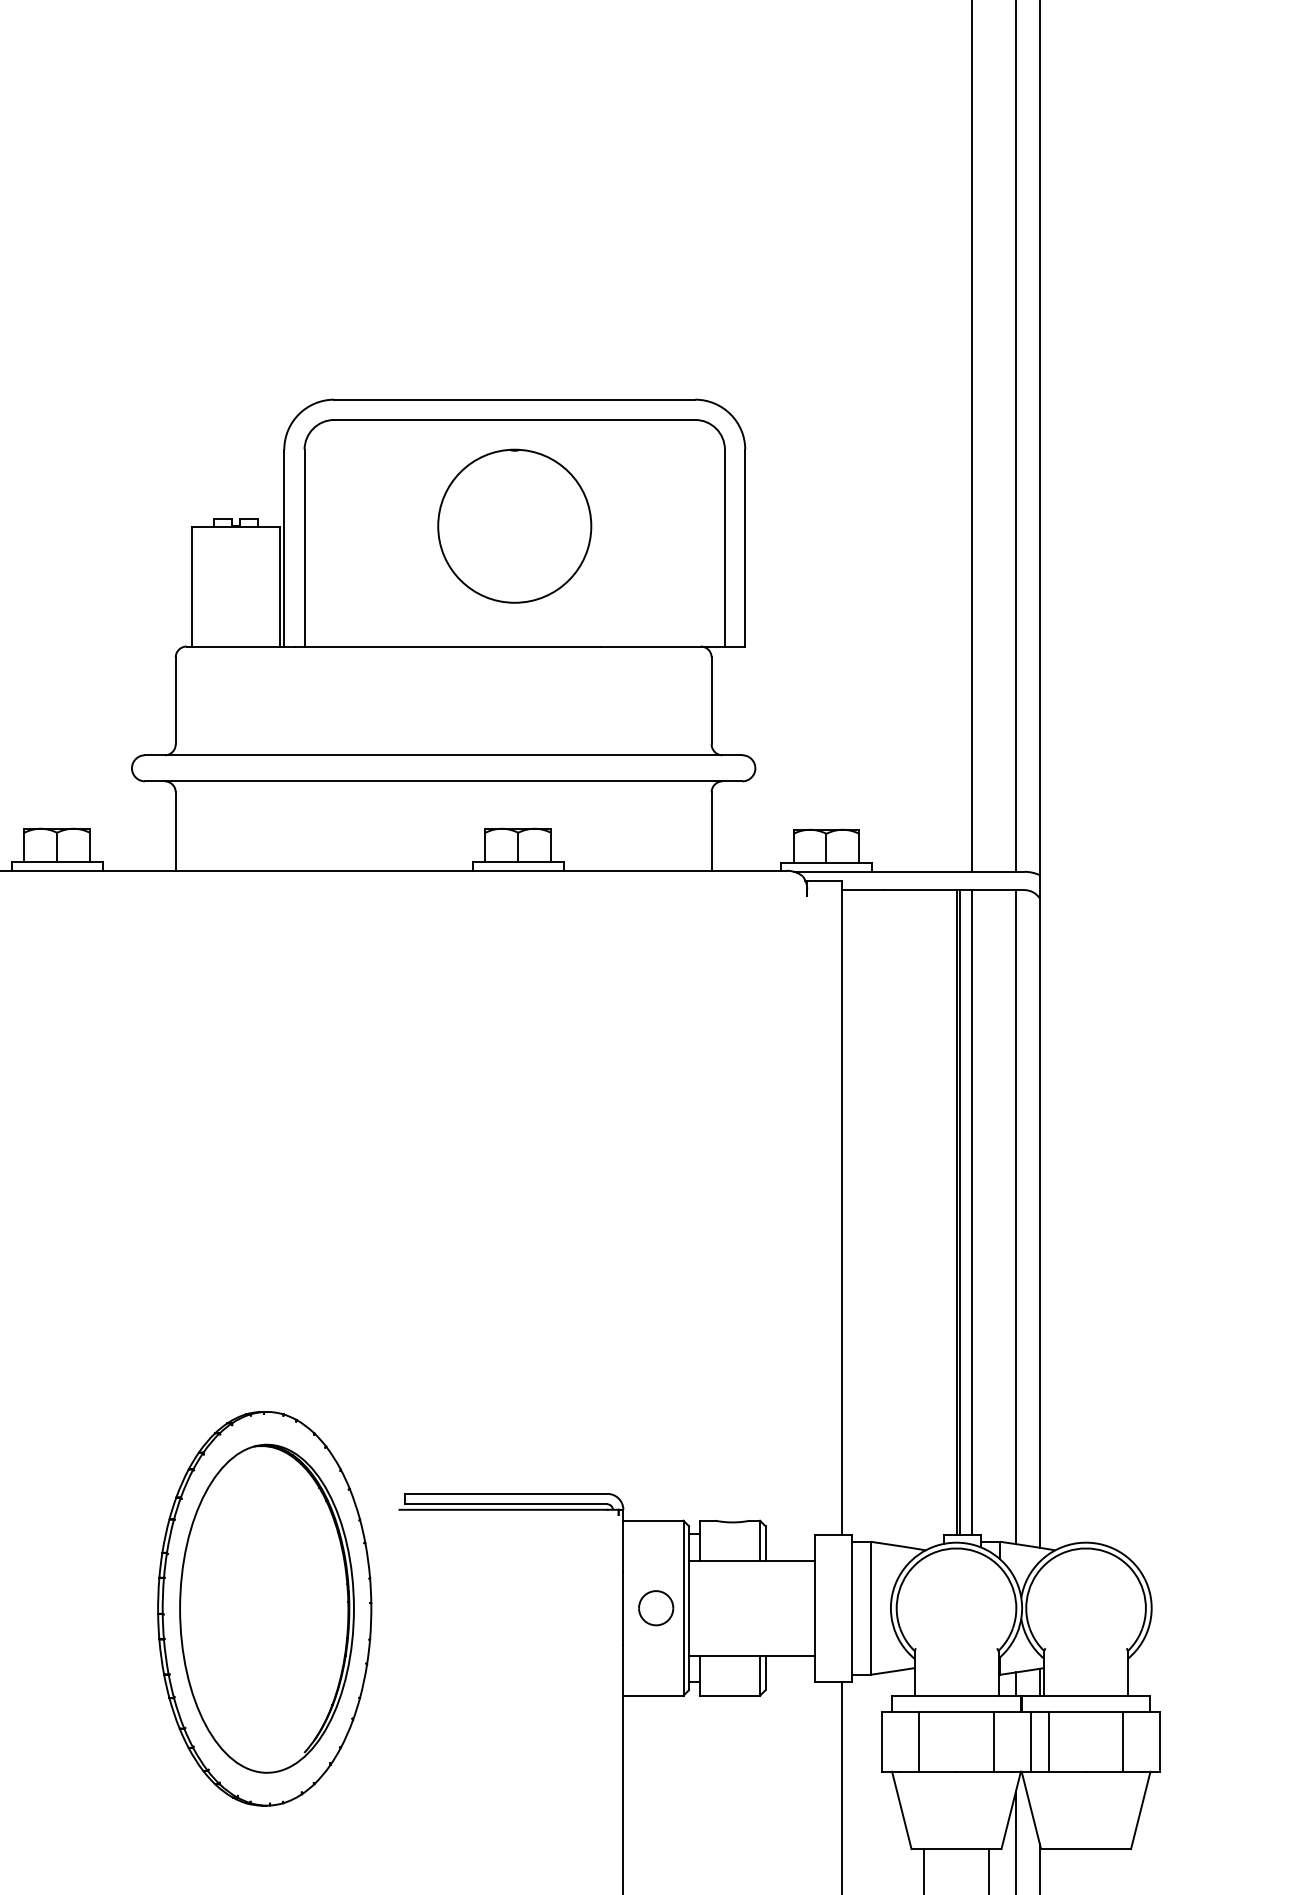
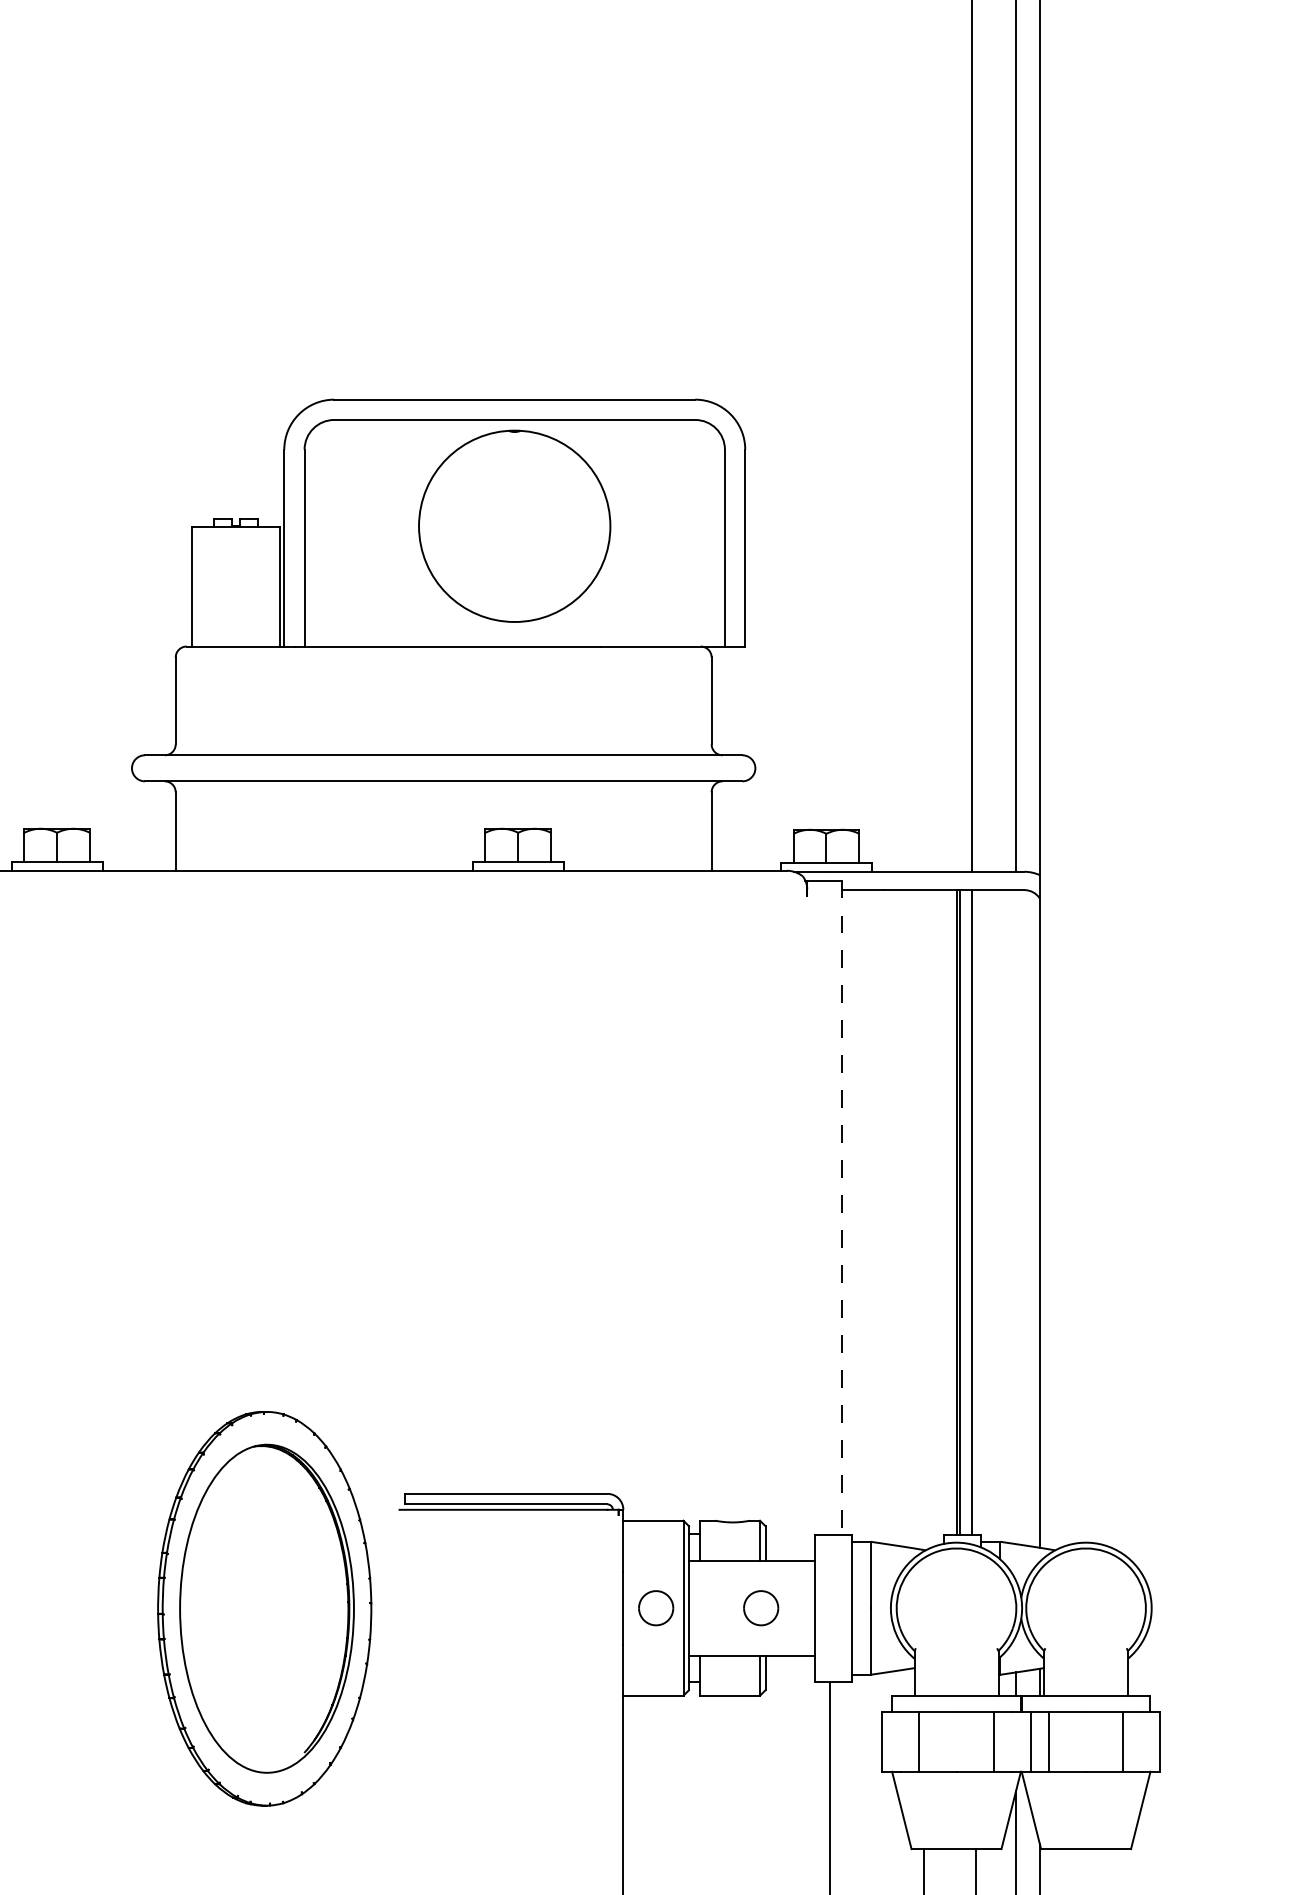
circle at (514, 525) size: 156x156 px -> 194x194 px
line at (842, 1208): solid -> dashed
line at (1016, 1217): present -> none
part at (761, 1608): none -> present
line at (842, 1786) position: (842, 1786) -> (830, 1786)
line at (989, 1870) position: (989, 1870) -> (976, 1870)
